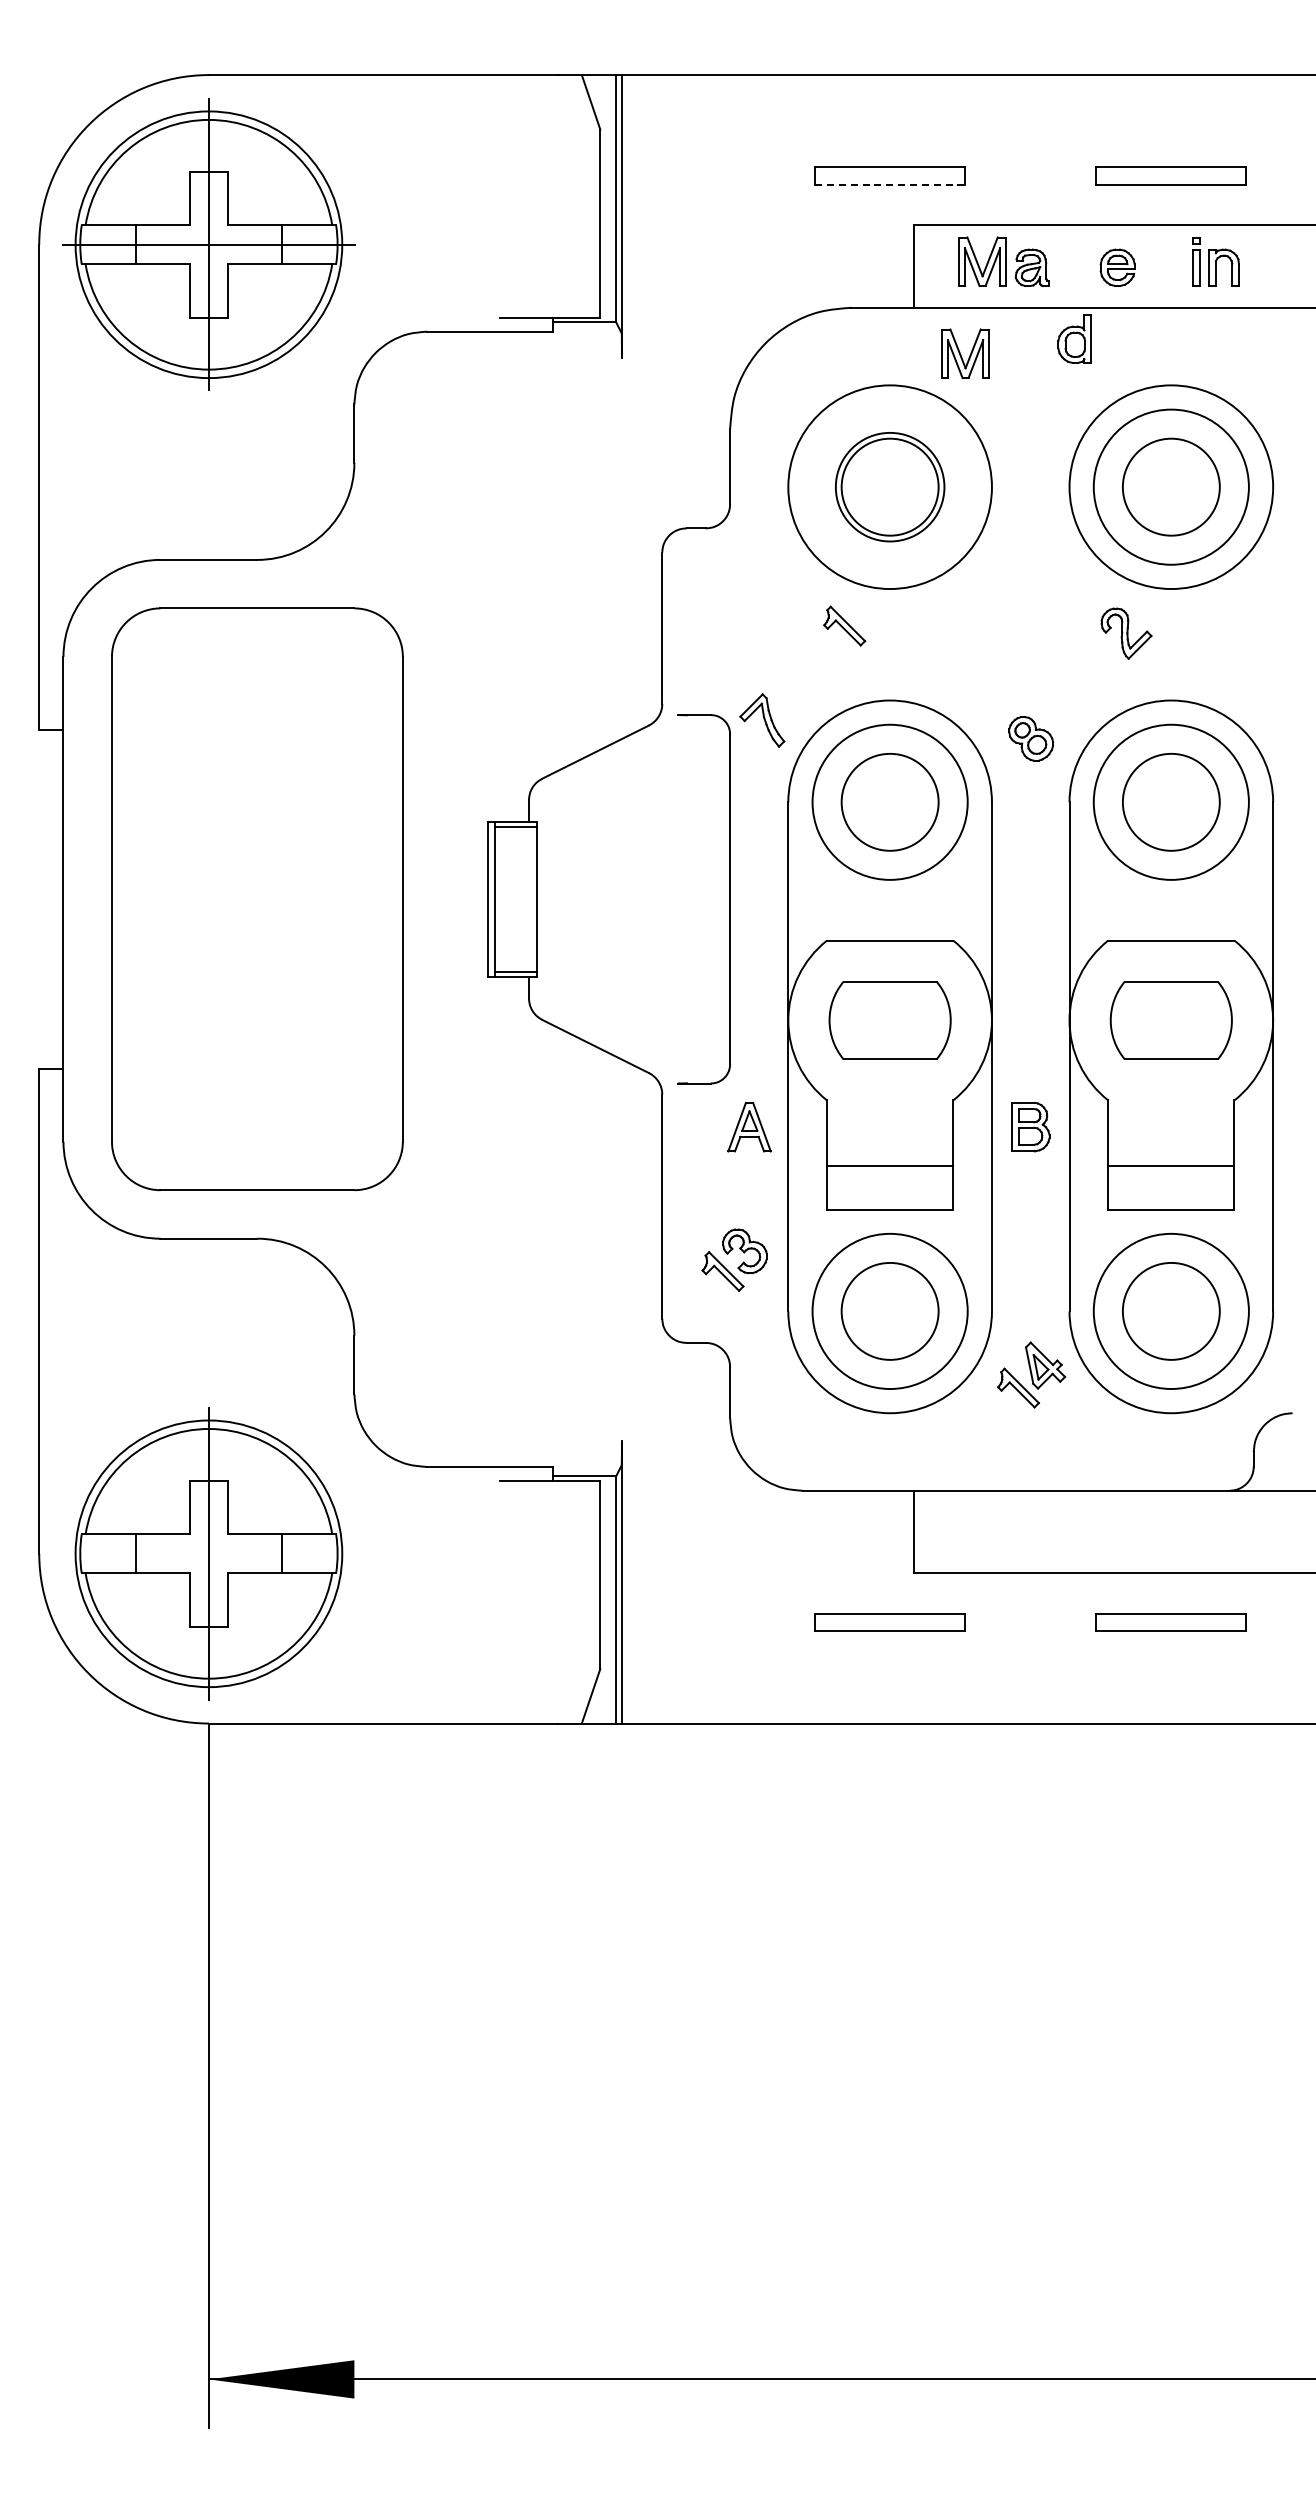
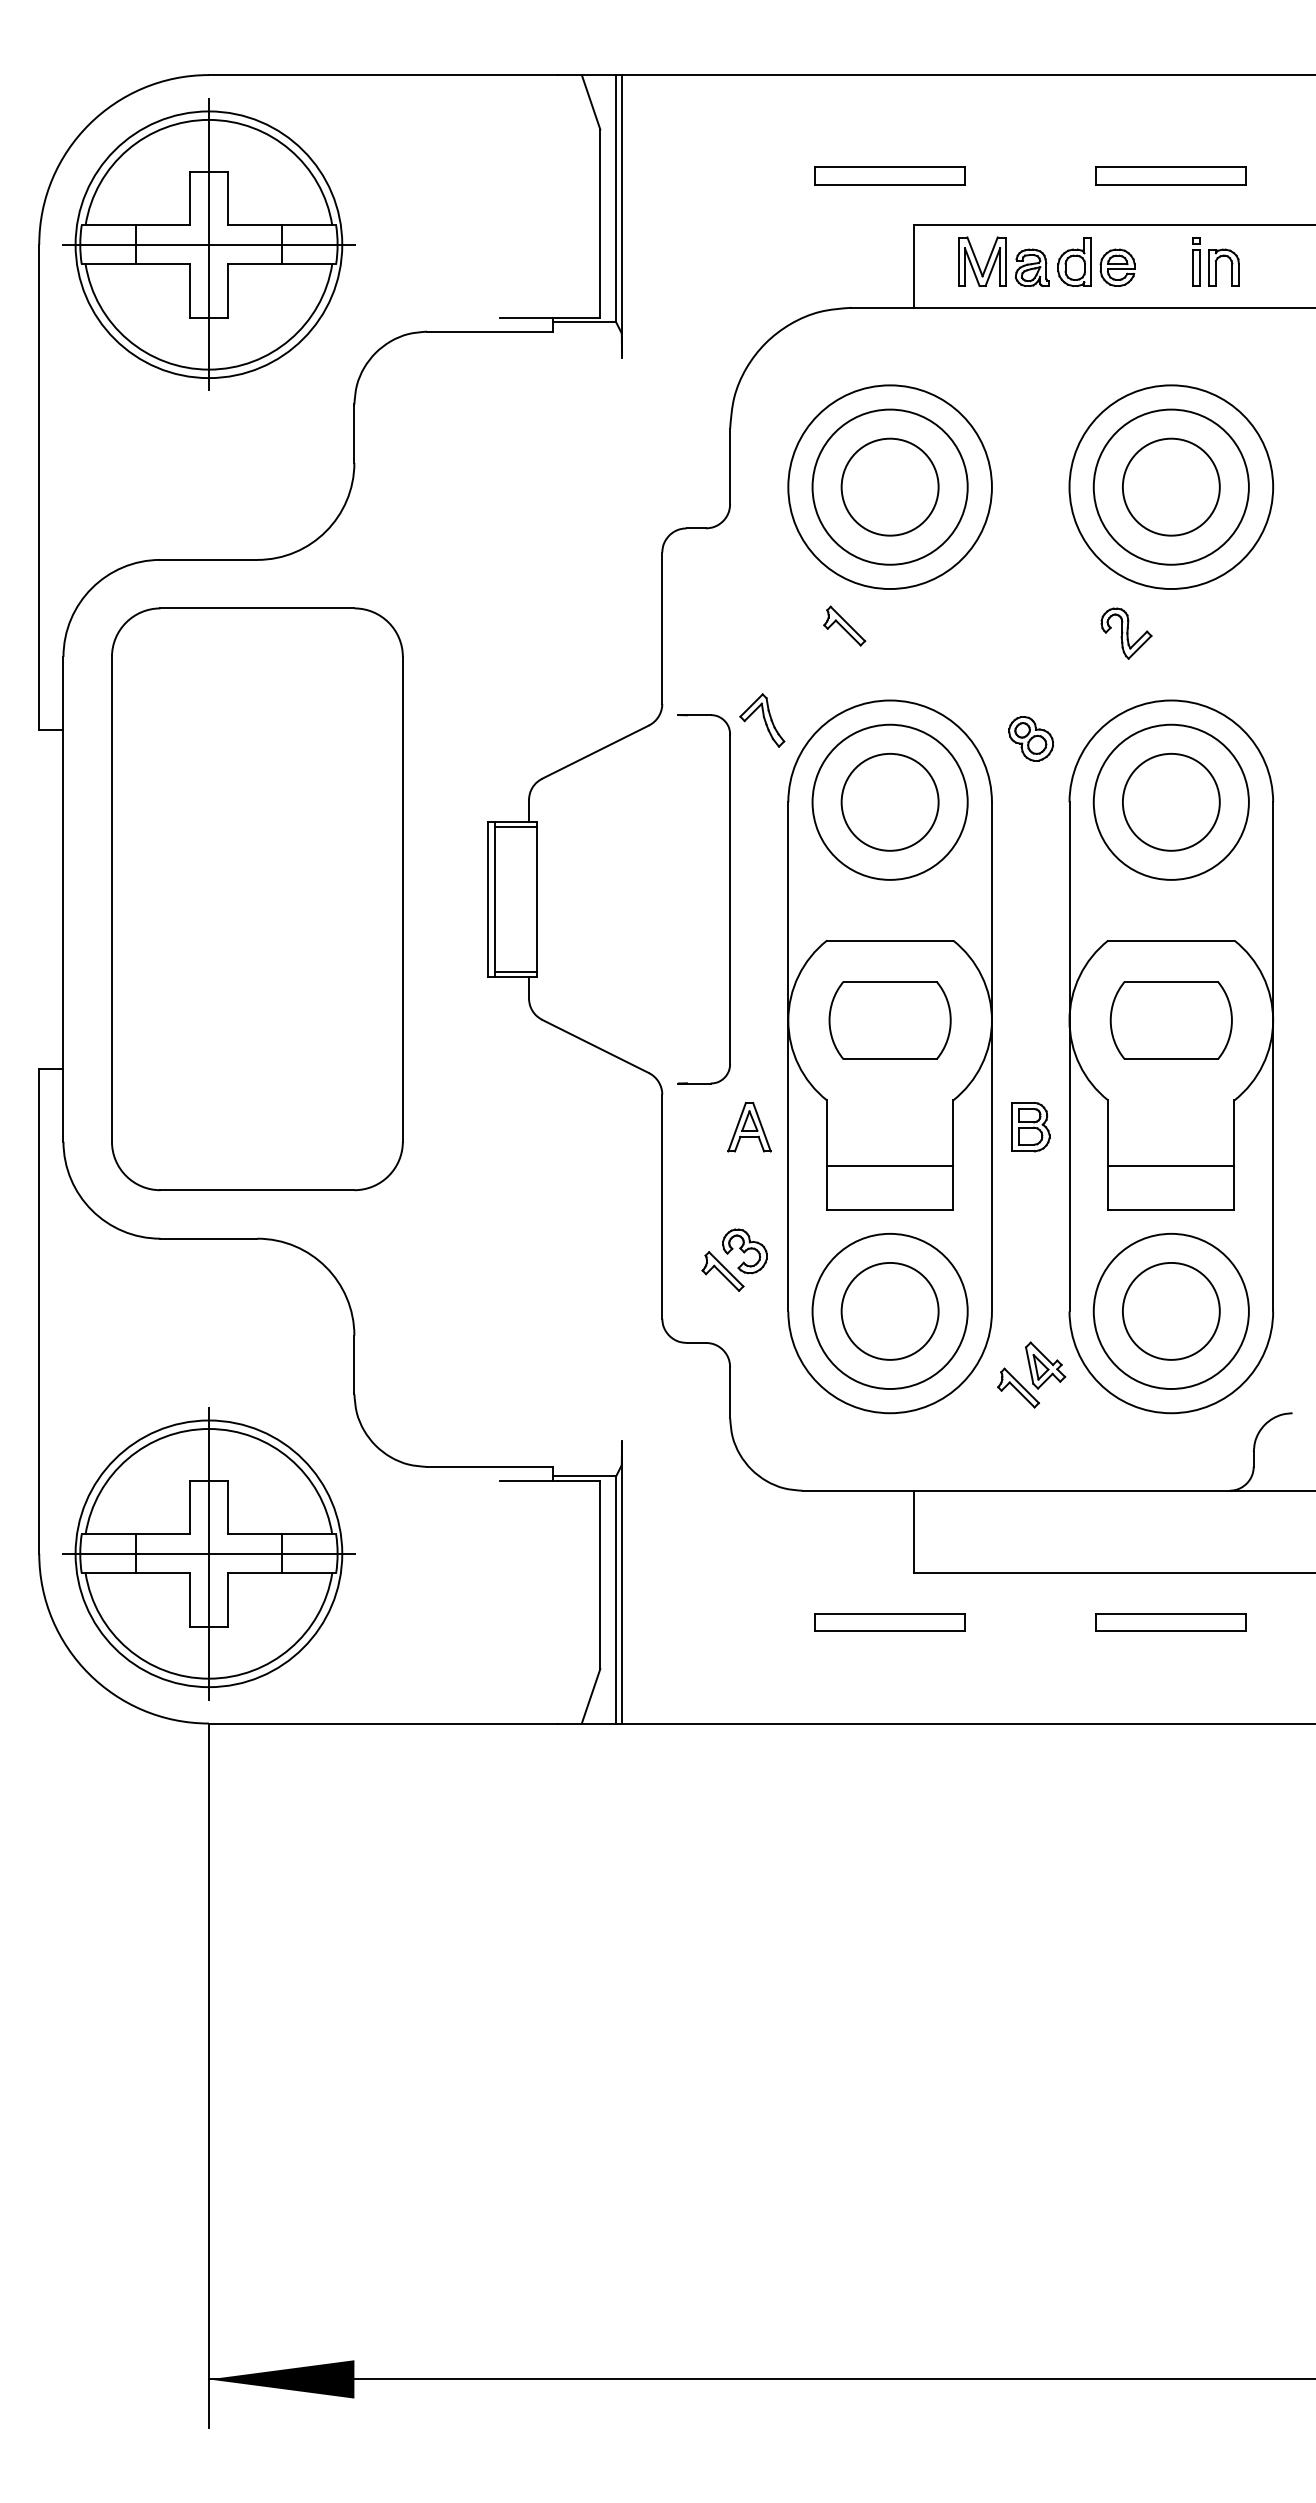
line at (890, 185): dashed -> solid
part at (1074, 338) position: (1074, 338) -> (1074, 261)
part at (965, 353): present -> none
circle at (889, 486) diameter: 109 px -> 155 px
line at (208, 1553): none -> present
